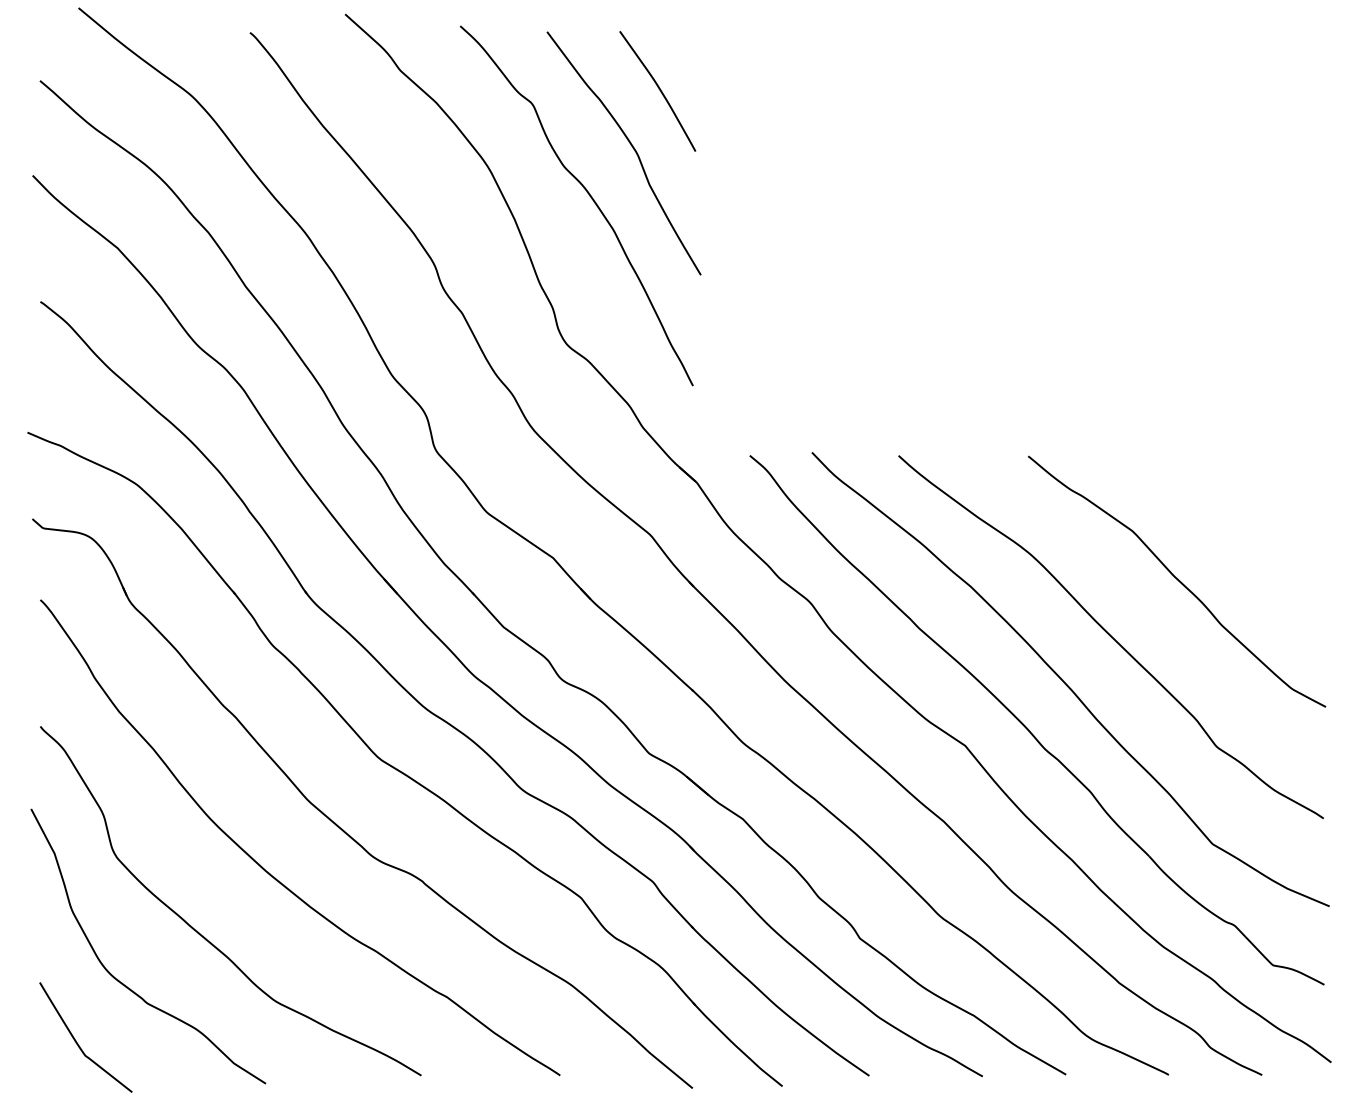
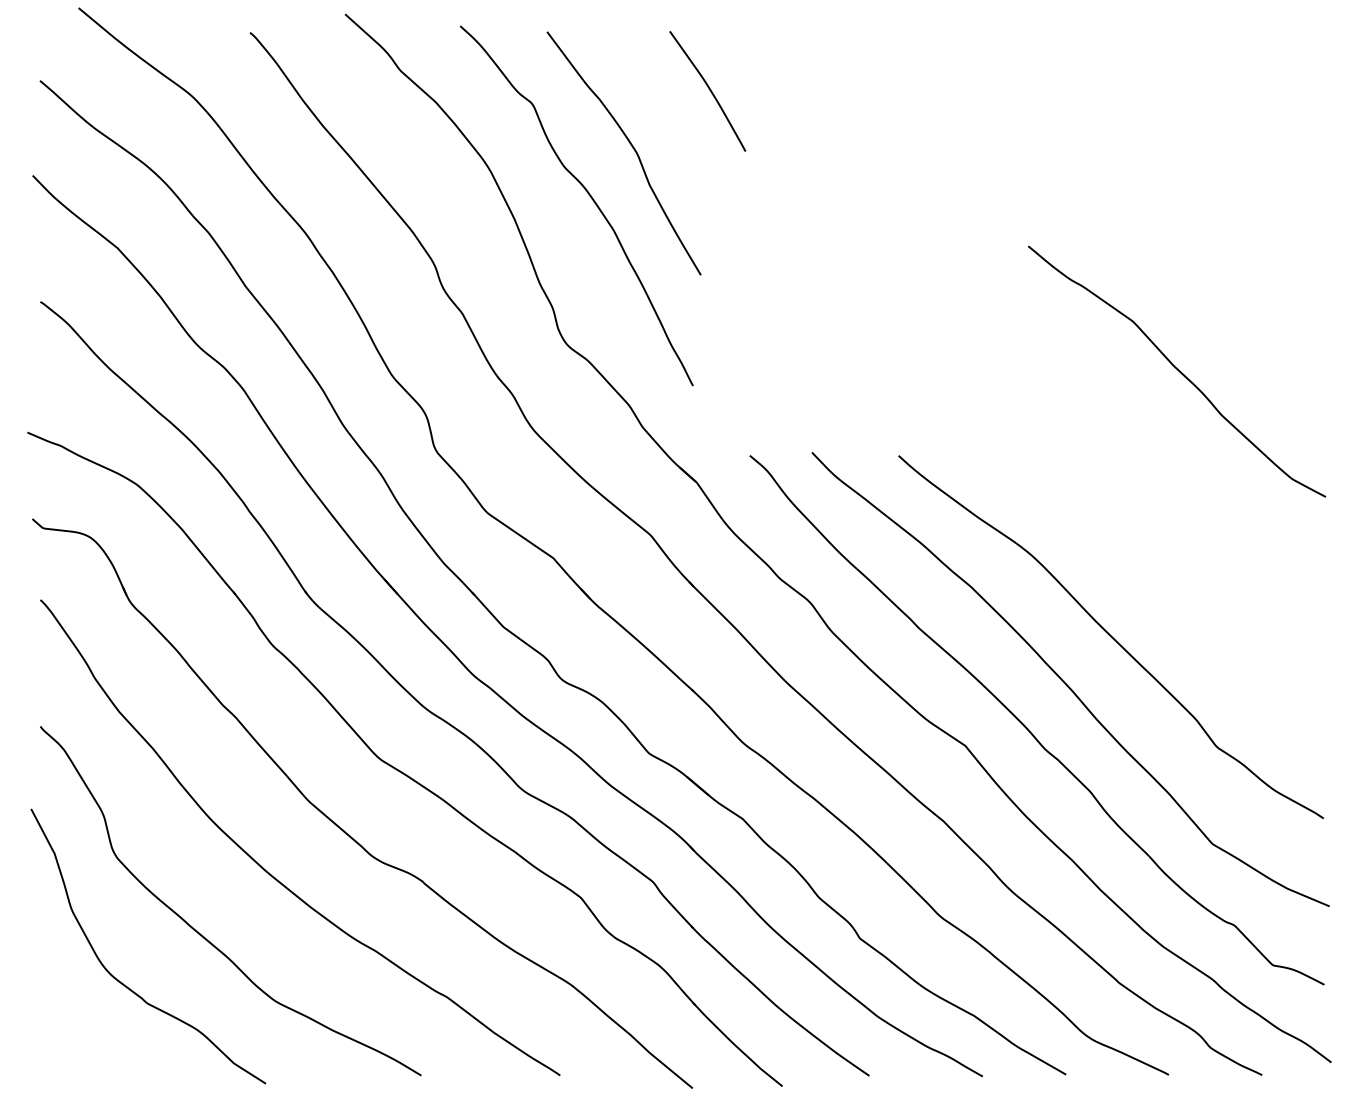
curve at (658, 89) position: (658, 89) -> (708, 89)
curve at (1177, 580) position: (1177, 580) -> (1177, 370)
curve at (78, 1043): present -> none
